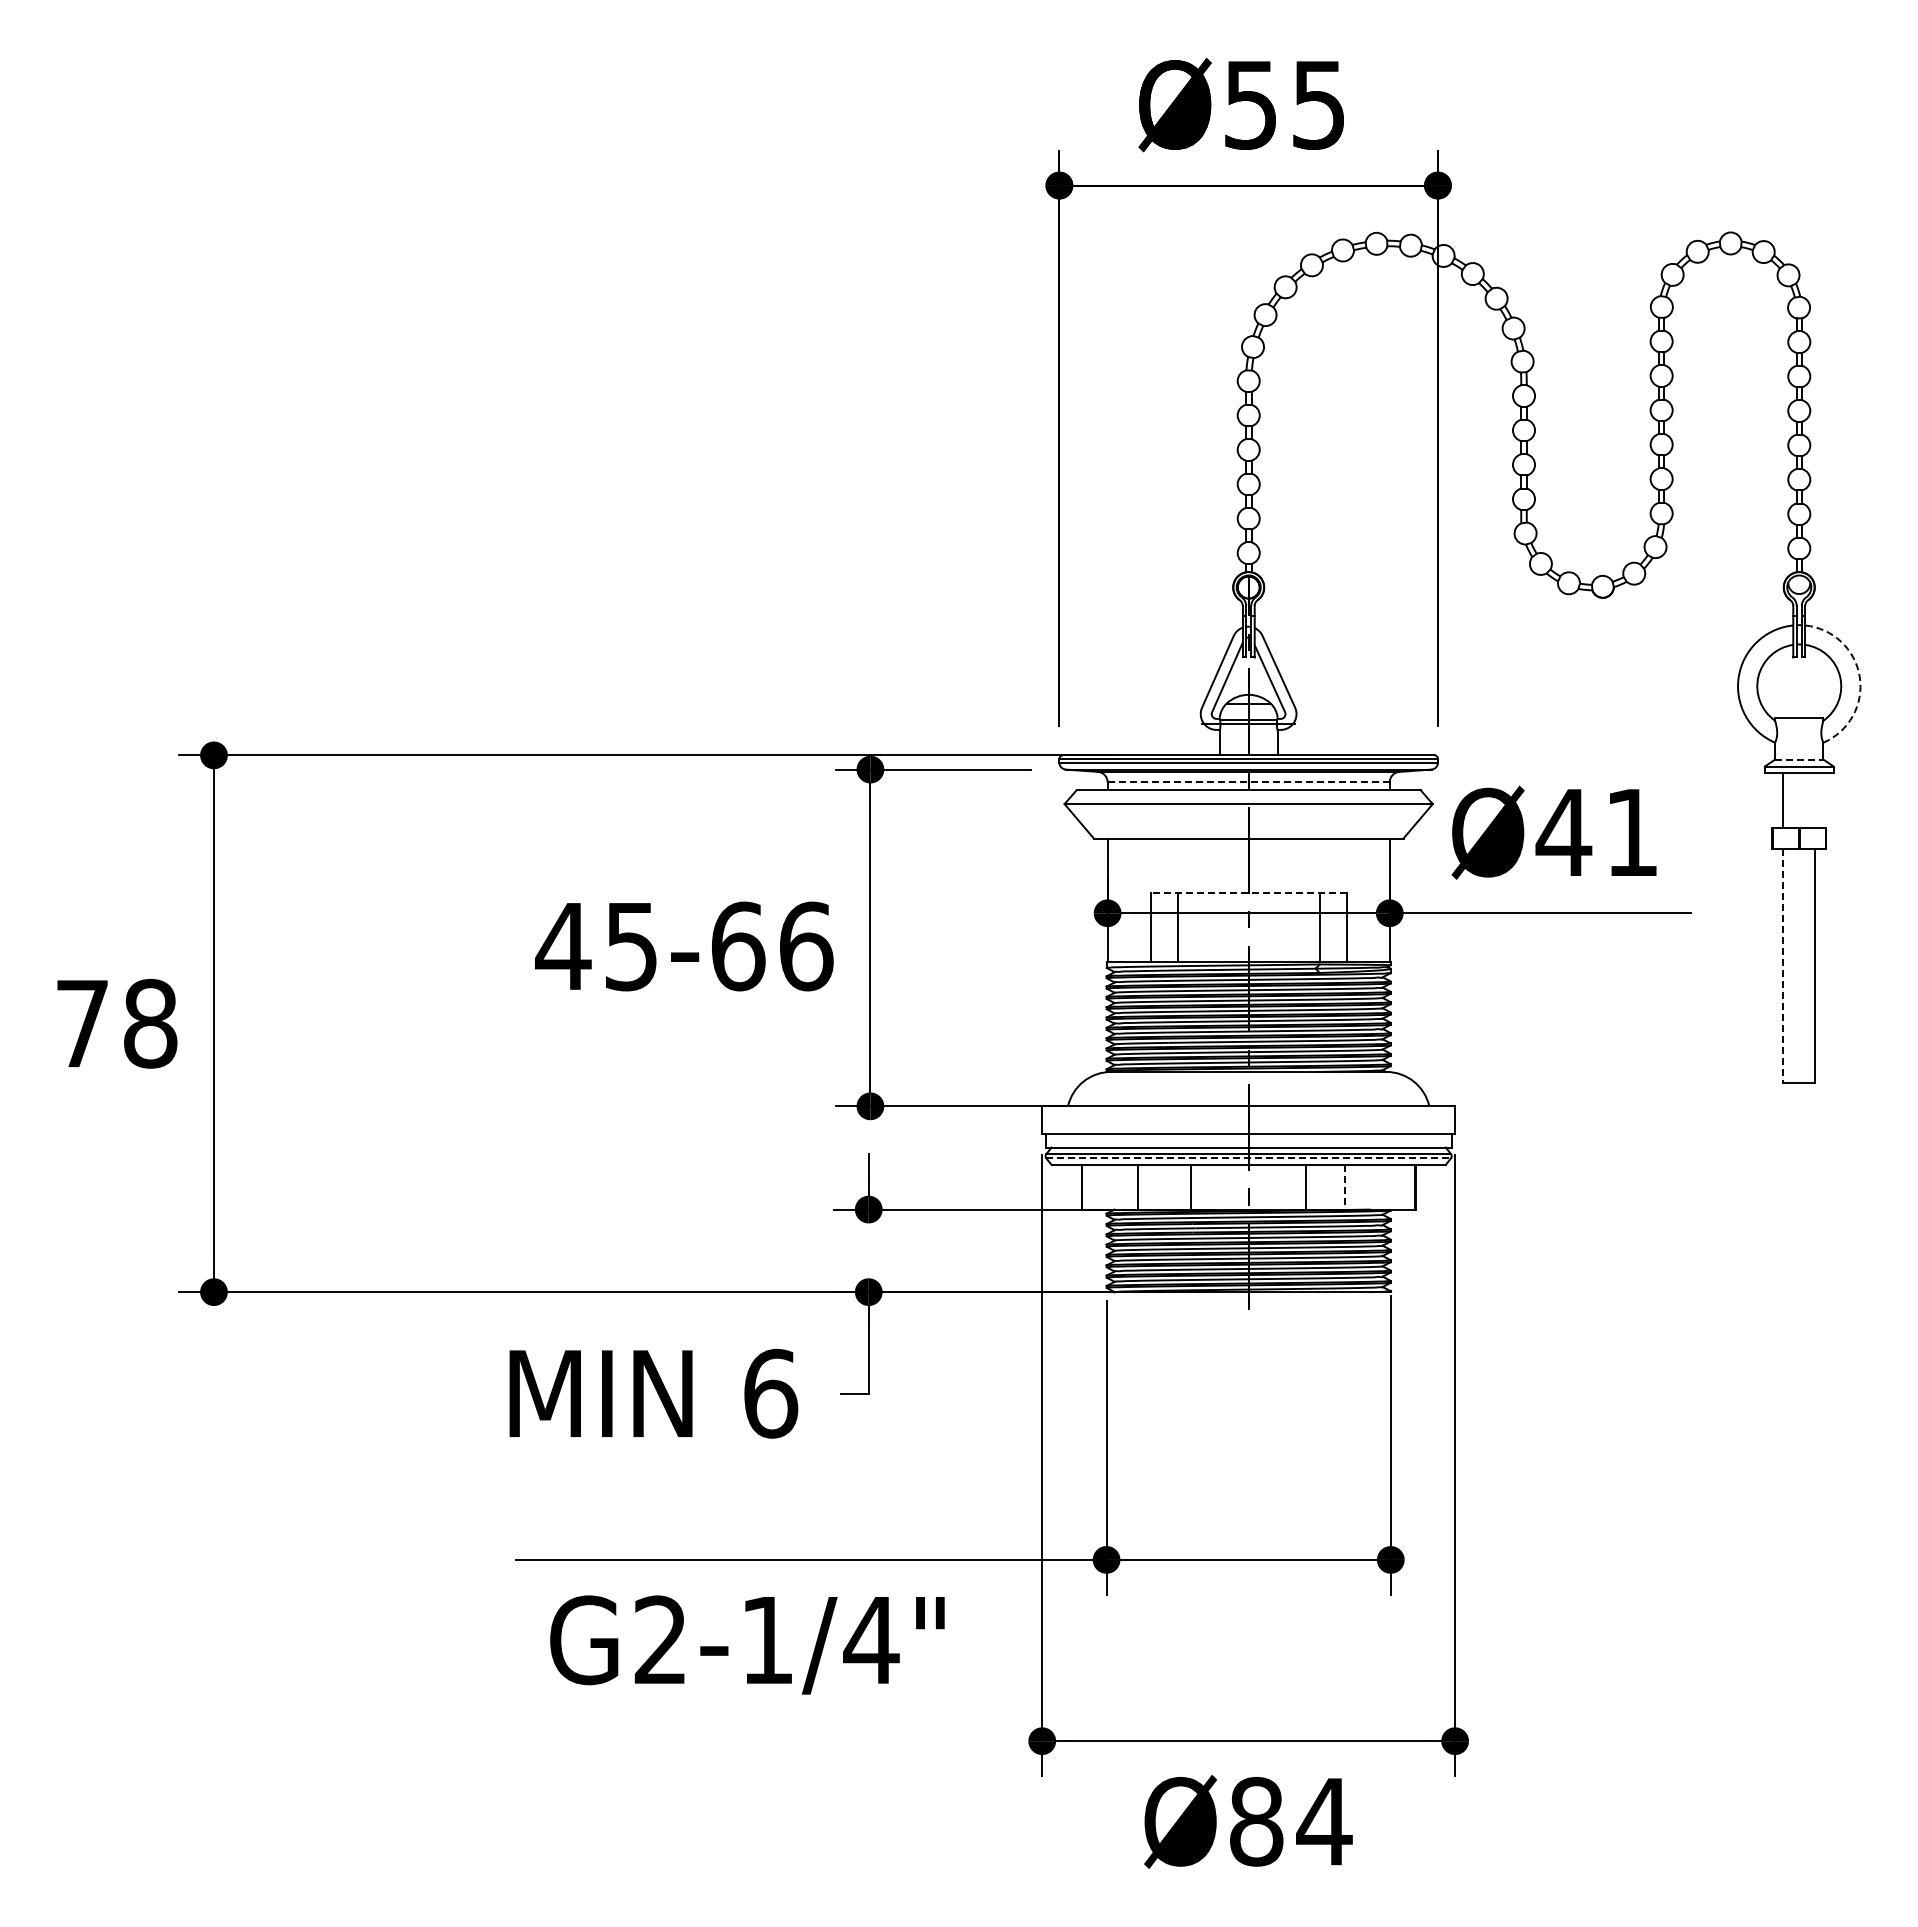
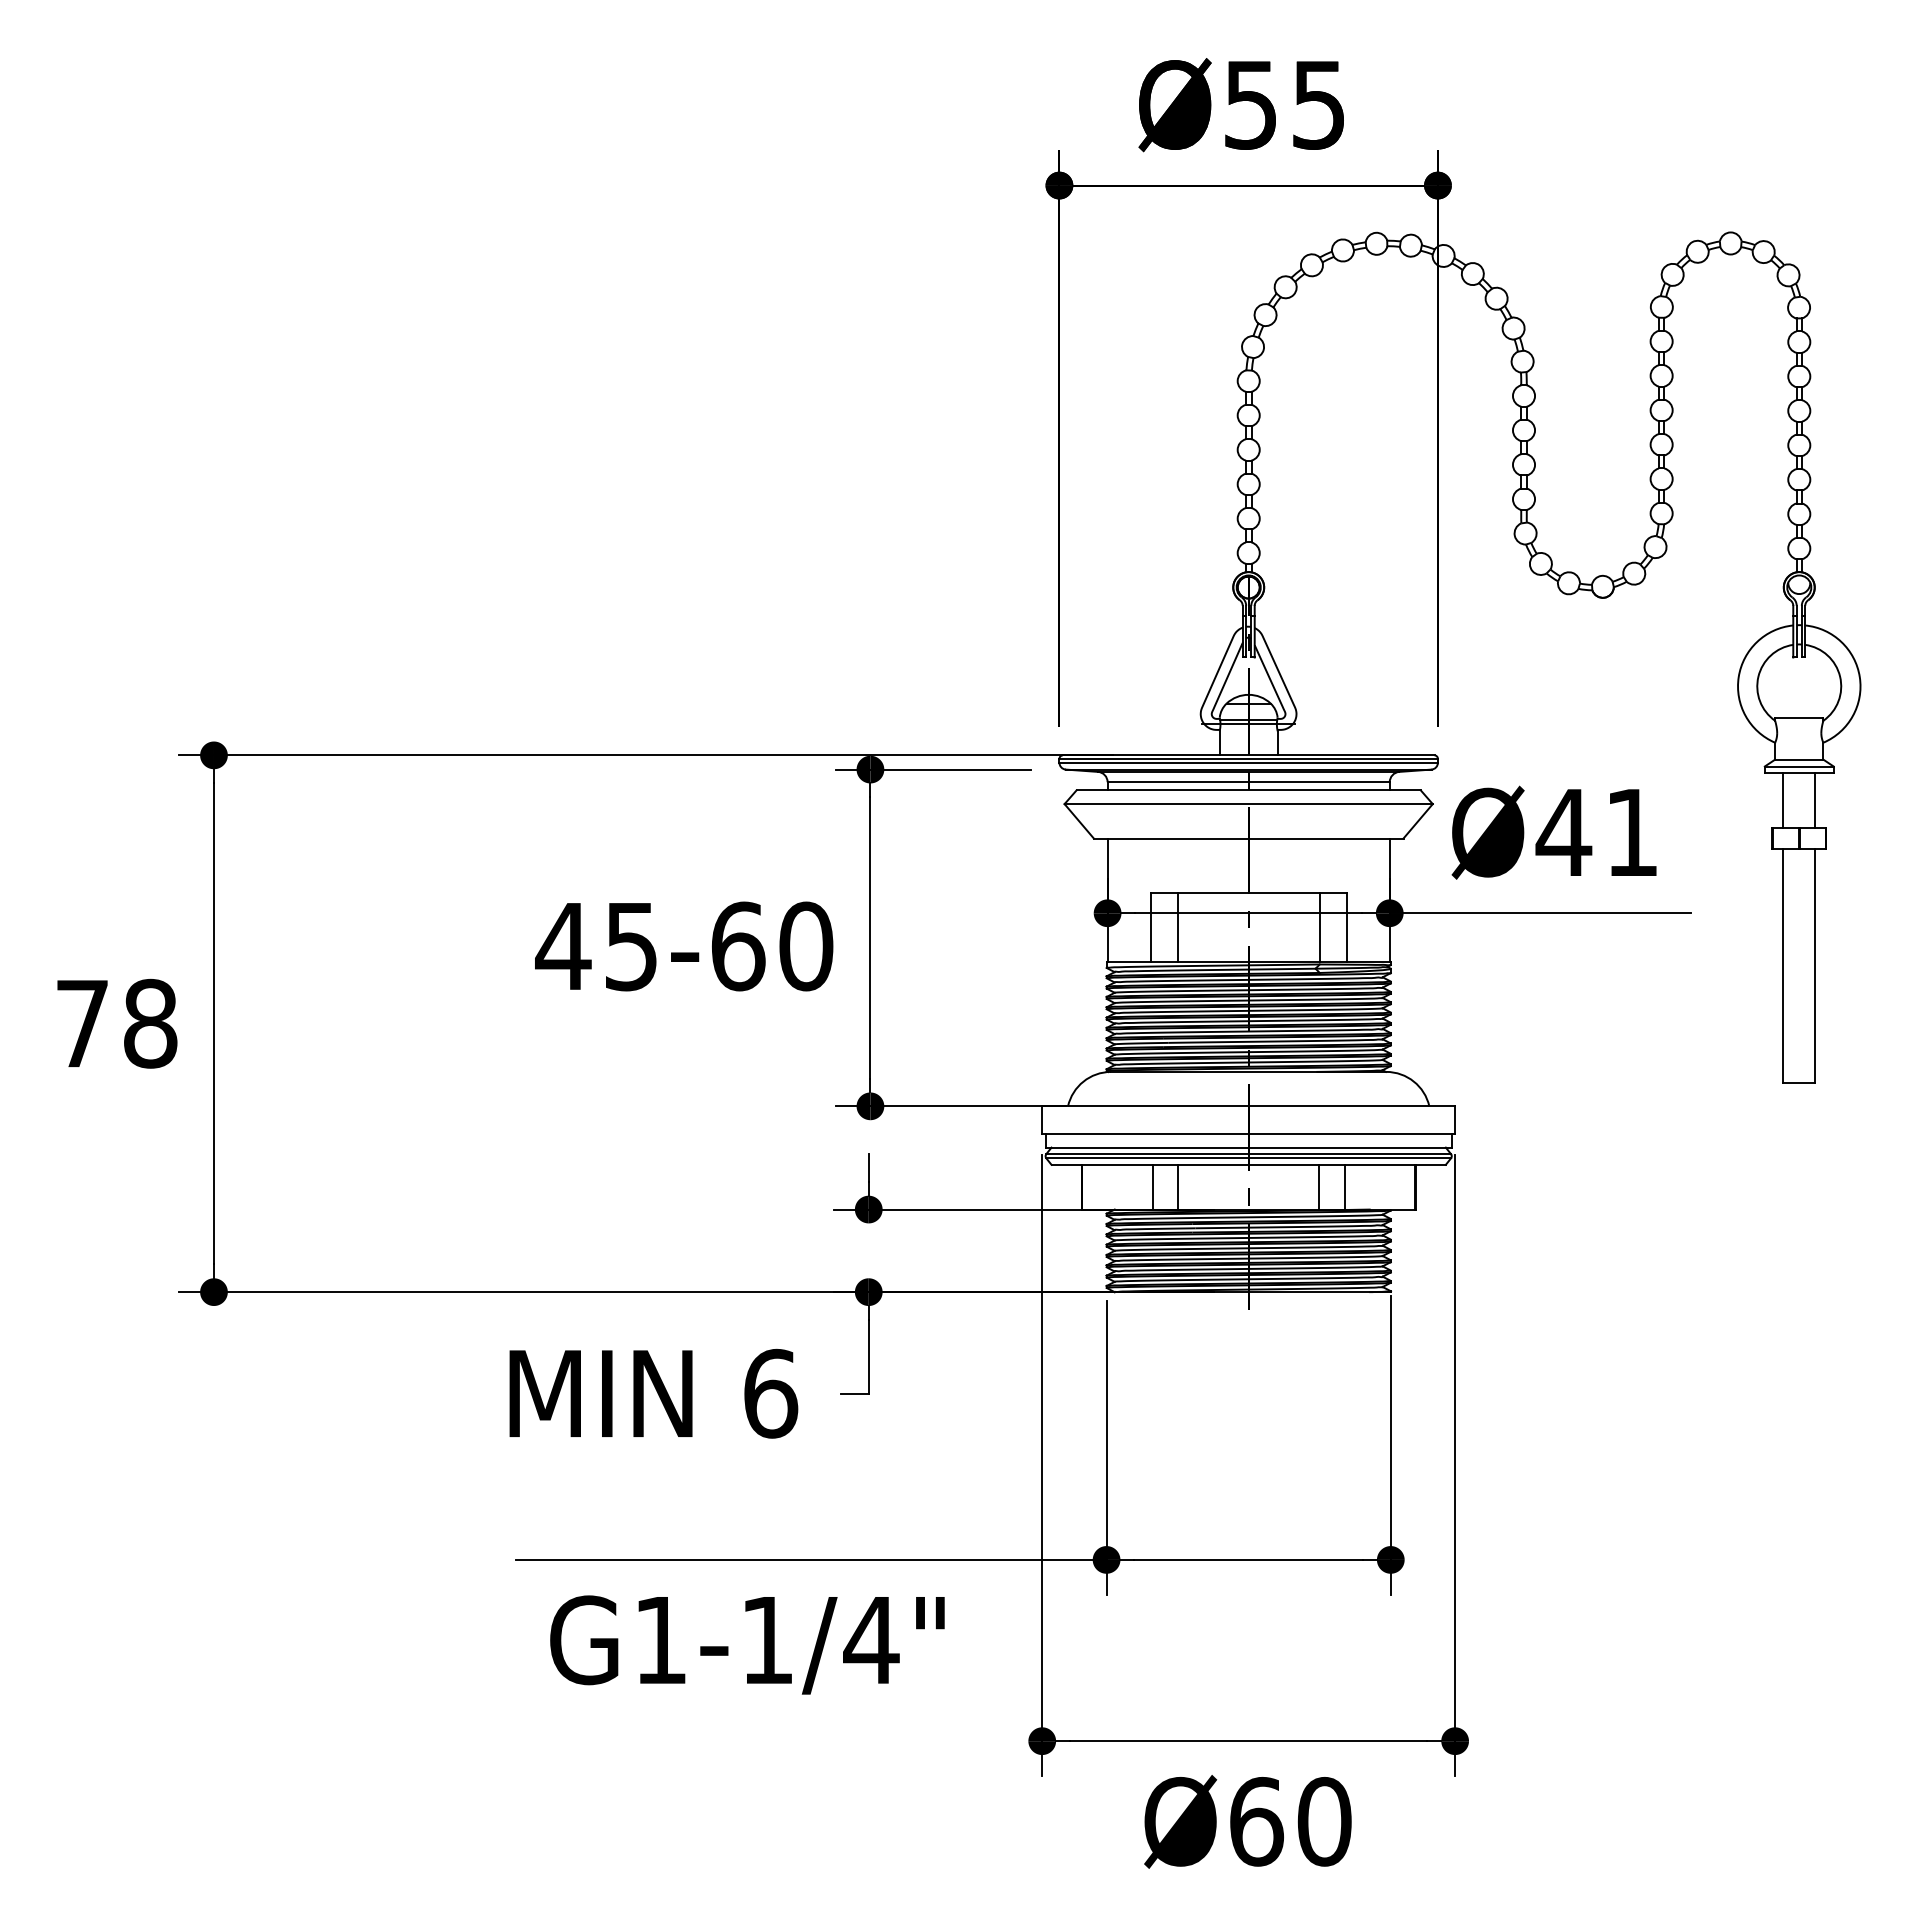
arc at (1859, 677): dashed -> solid
line at (1799, 759): dashed -> solid
line at (1248, 782): dashed -> solid
line at (1815, 800): none -> present
line at (1248, 893): dashed -> solid
text at (806, 946): 45-66 -> 45-60
line at (1783, 966): dashed -> solid
line at (1249, 1158): dashed -> solid
line at (1137, 1186) position: (1137, 1186) -> (1152, 1186)
line at (1191, 1186) position: (1191, 1186) -> (1178, 1186)
line at (1305, 1186) position: (1305, 1186) -> (1318, 1186)
line at (1344, 1187): dashed -> solid
text at (659, 1639): G2-1/4" -> G1-1/4"
text at (1291, 1821): Ø84 -> Ø60
